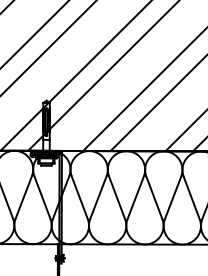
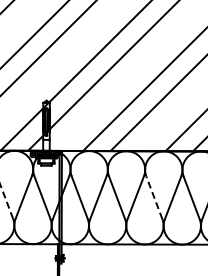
line at (154, 197): solid -> dashed
line at (6, 201): solid -> dashed
